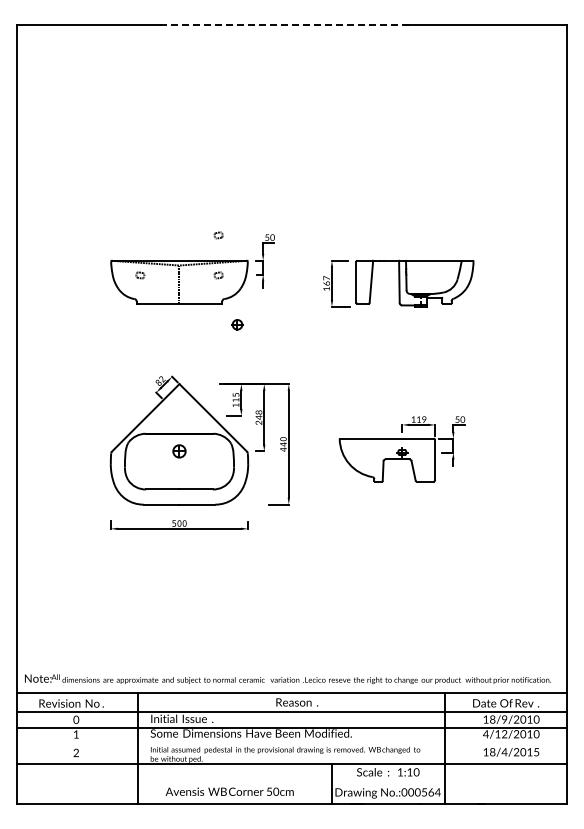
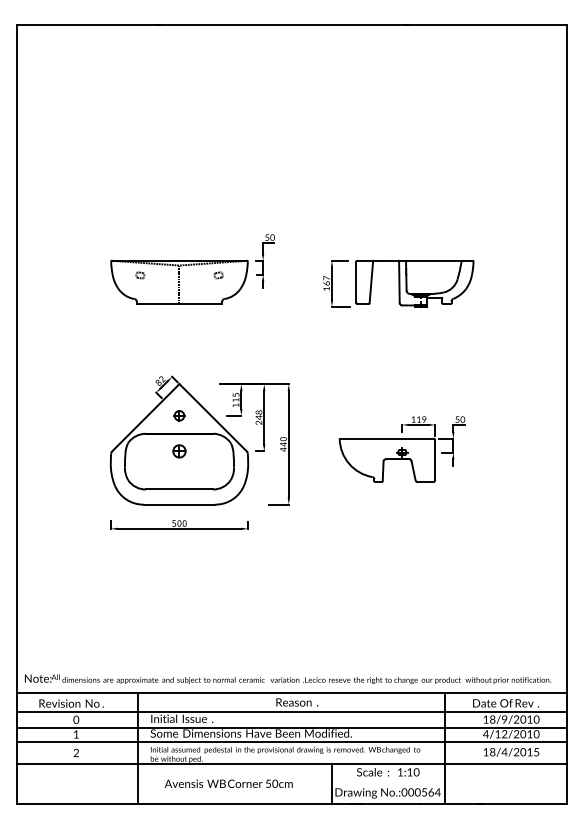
line at (282, 24): dashed -> solid
part at (218, 235): present -> none
part at (237, 324) position: (237, 324) -> (179, 415)
line at (291, 742): none -> present
text at (229, 791) position: (229, 791) -> (228, 783)
